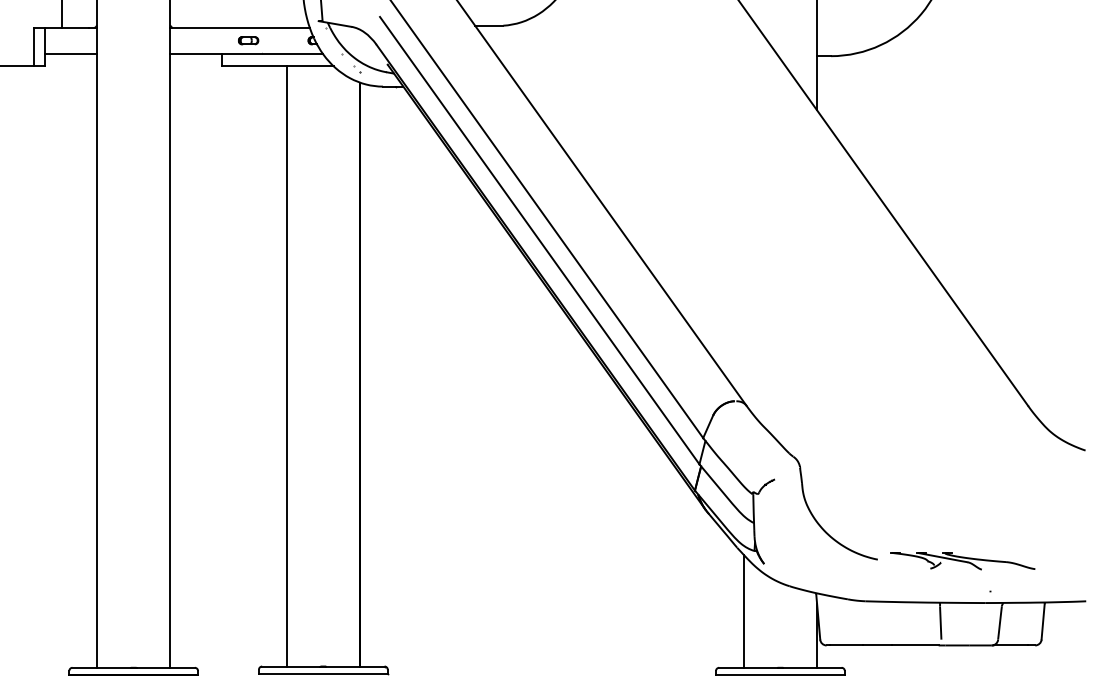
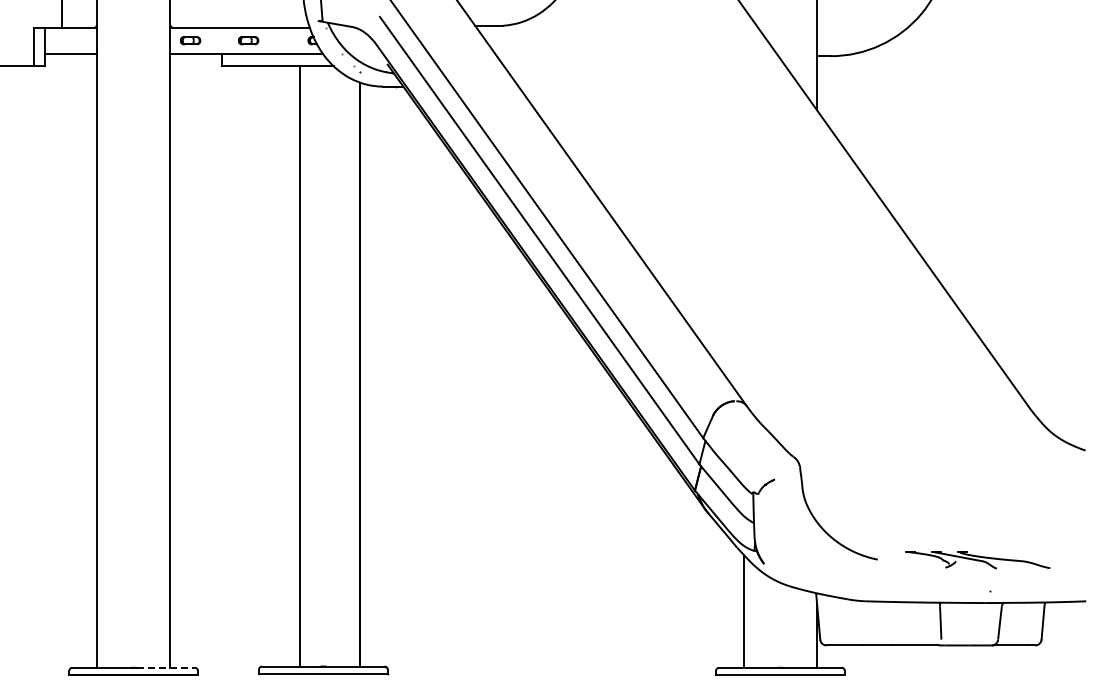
part at (190, 40): none -> present
line at (286, 366) position: (286, 366) -> (299, 366)
part at (962, 561) position: (962, 561) -> (977, 560)
line at (166, 667): solid -> dashed
